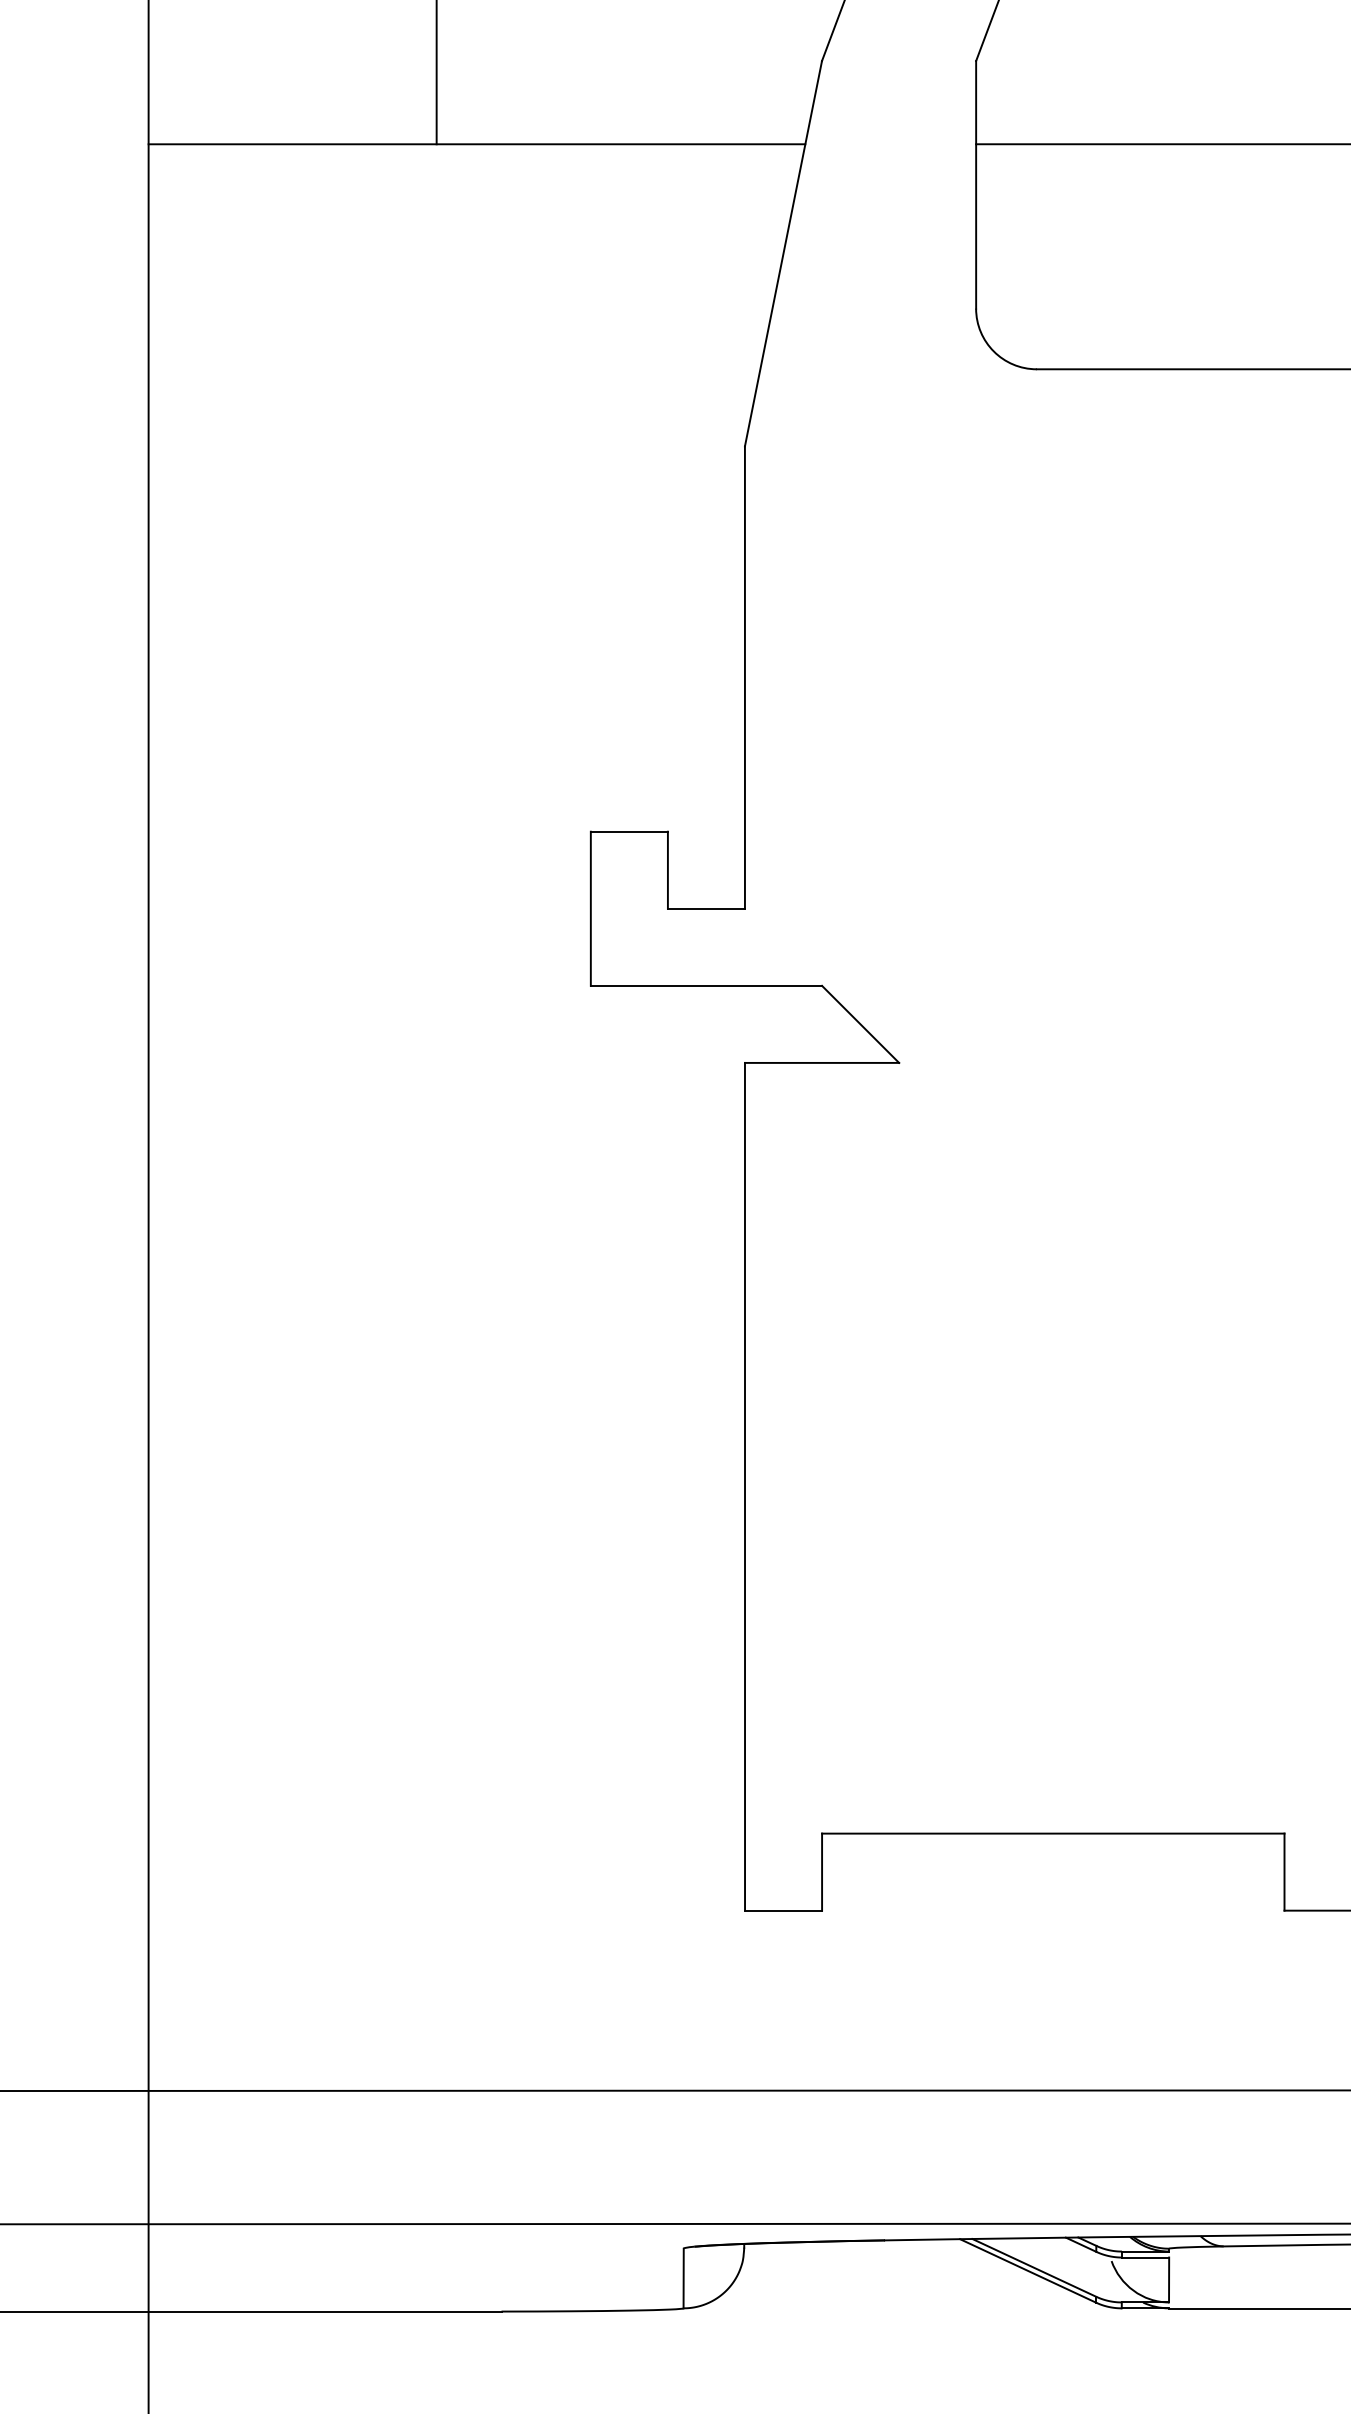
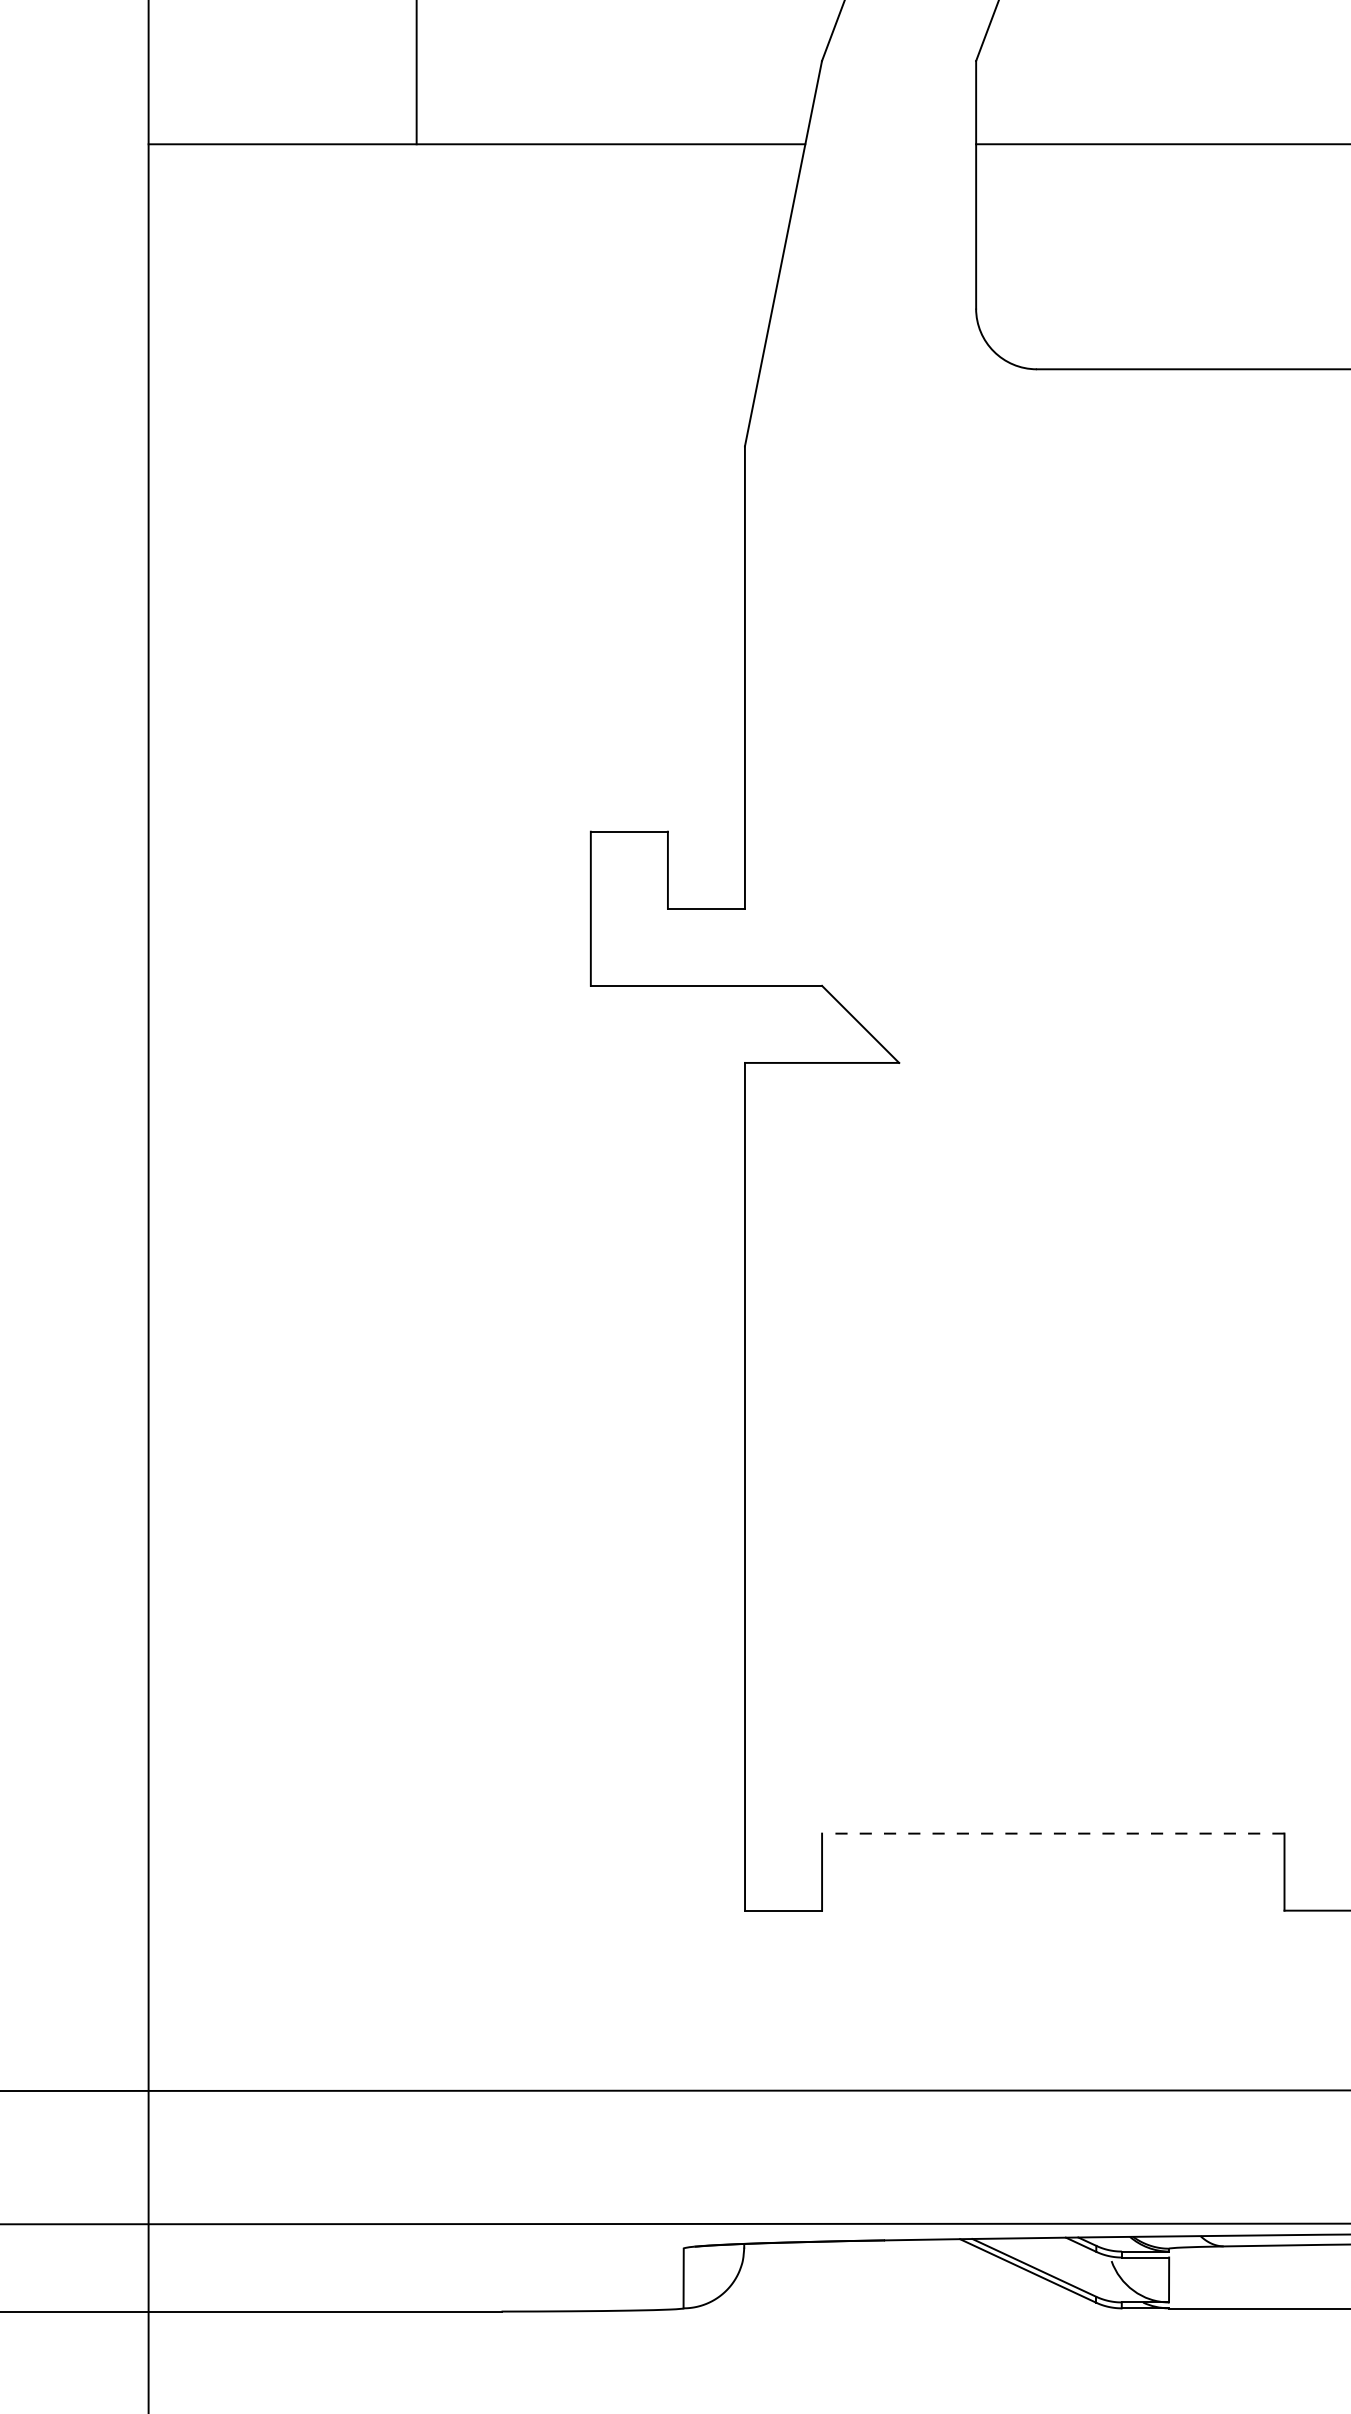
line at (436, 73) position: (436, 73) -> (416, 73)
line at (1052, 1833): solid -> dashed
